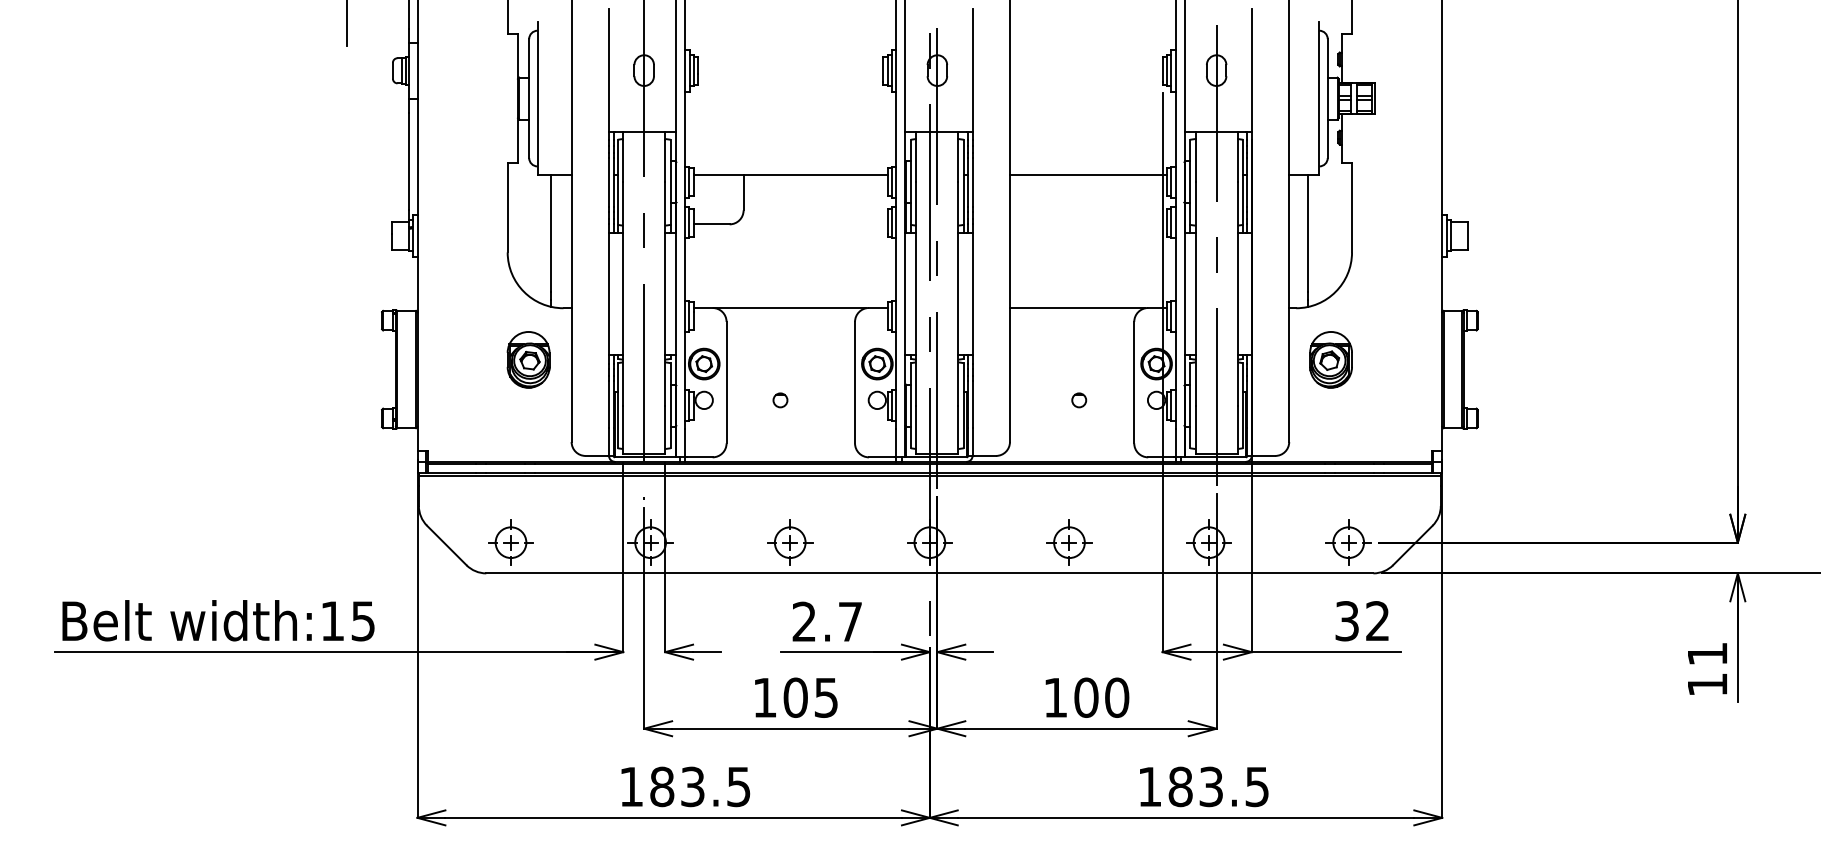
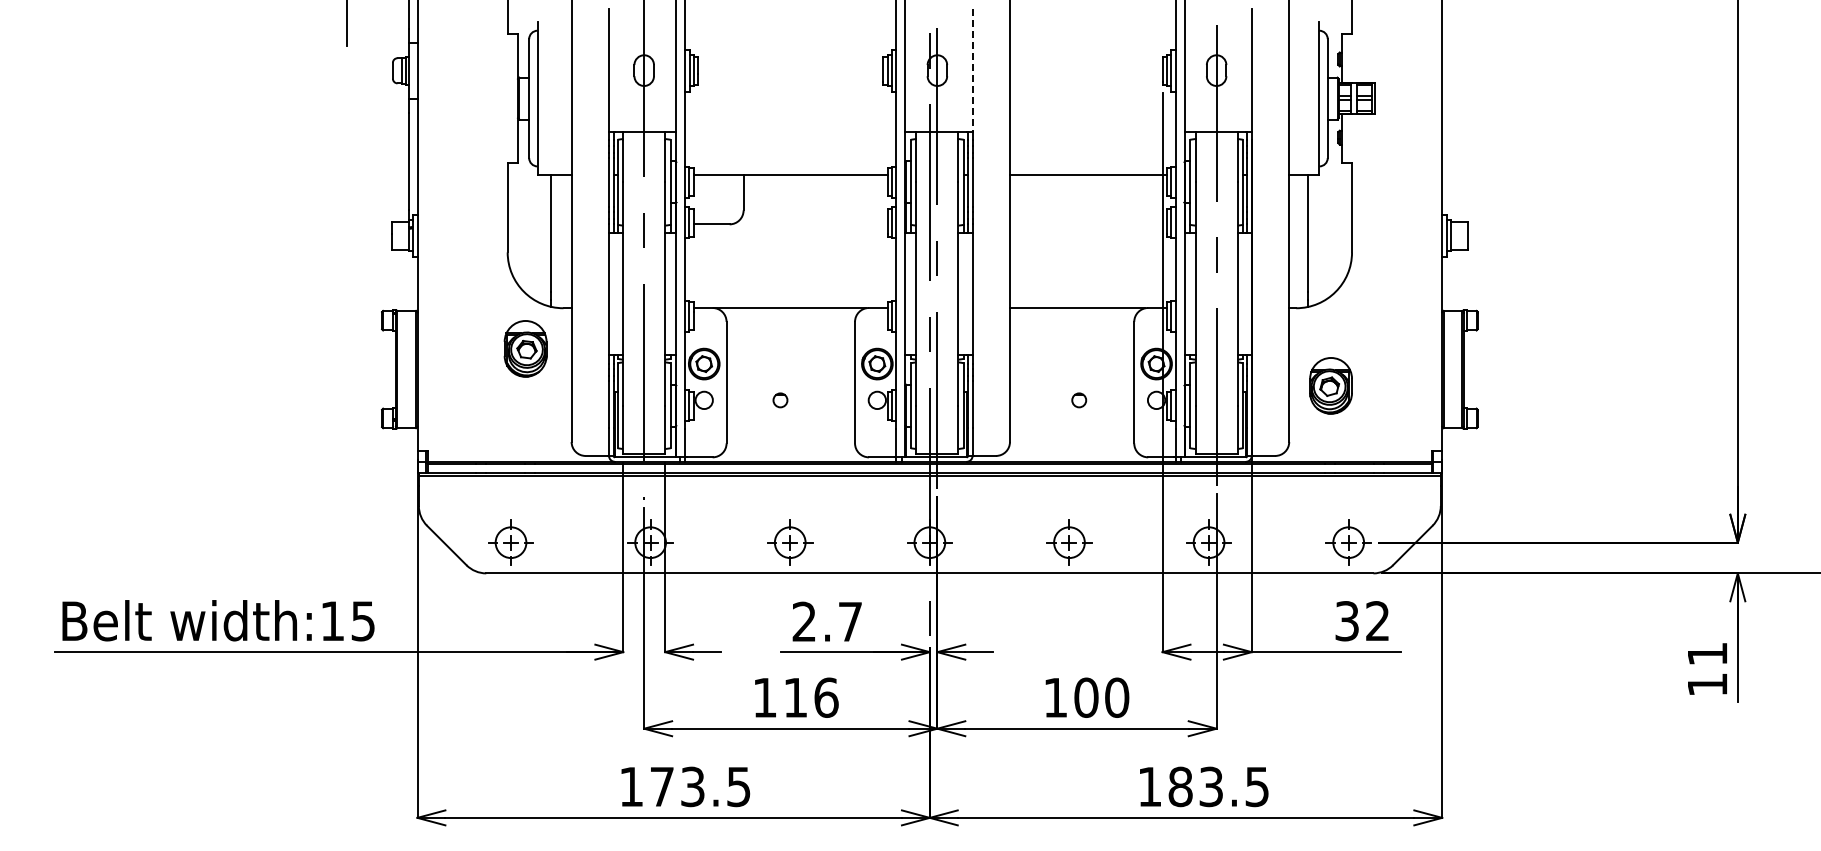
line at (972, 71): solid -> dashed
part at (528, 359) position: (528, 359) -> (525, 348)
part at (1330, 359) position: (1330, 359) -> (1330, 385)
text at (810, 697): 105 -> 116
text at (662, 786): 183.5 -> 173.5
